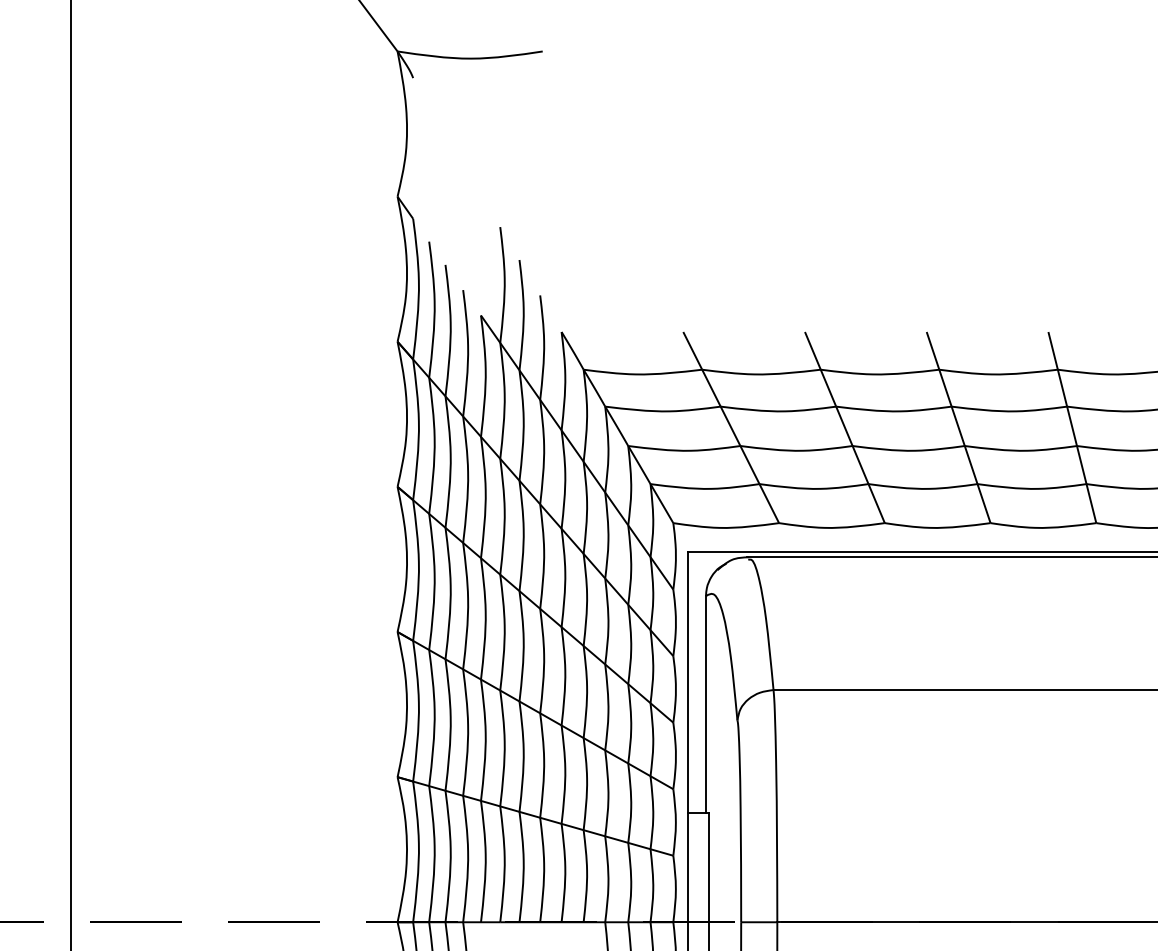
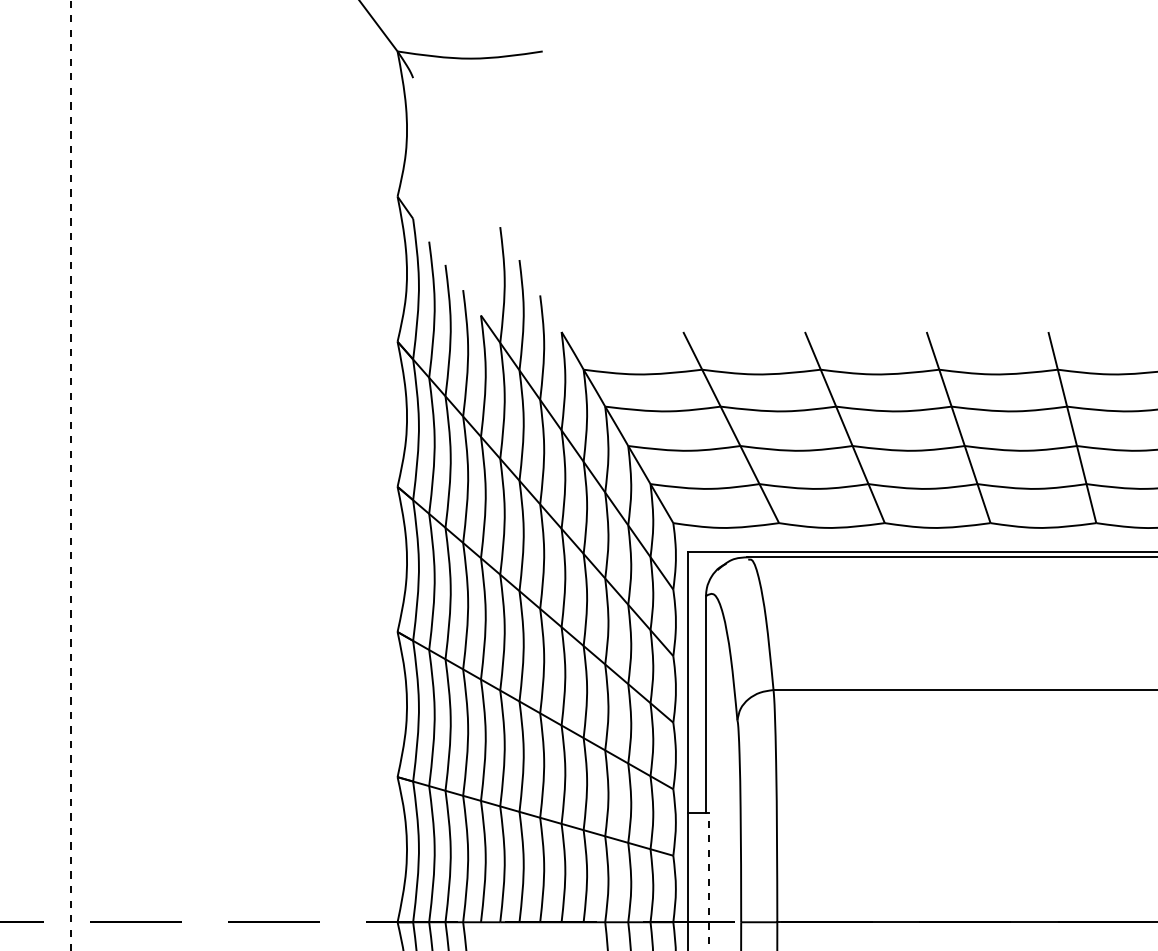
line at (71, 475): solid -> dashed
line at (709, 881): solid -> dashed
